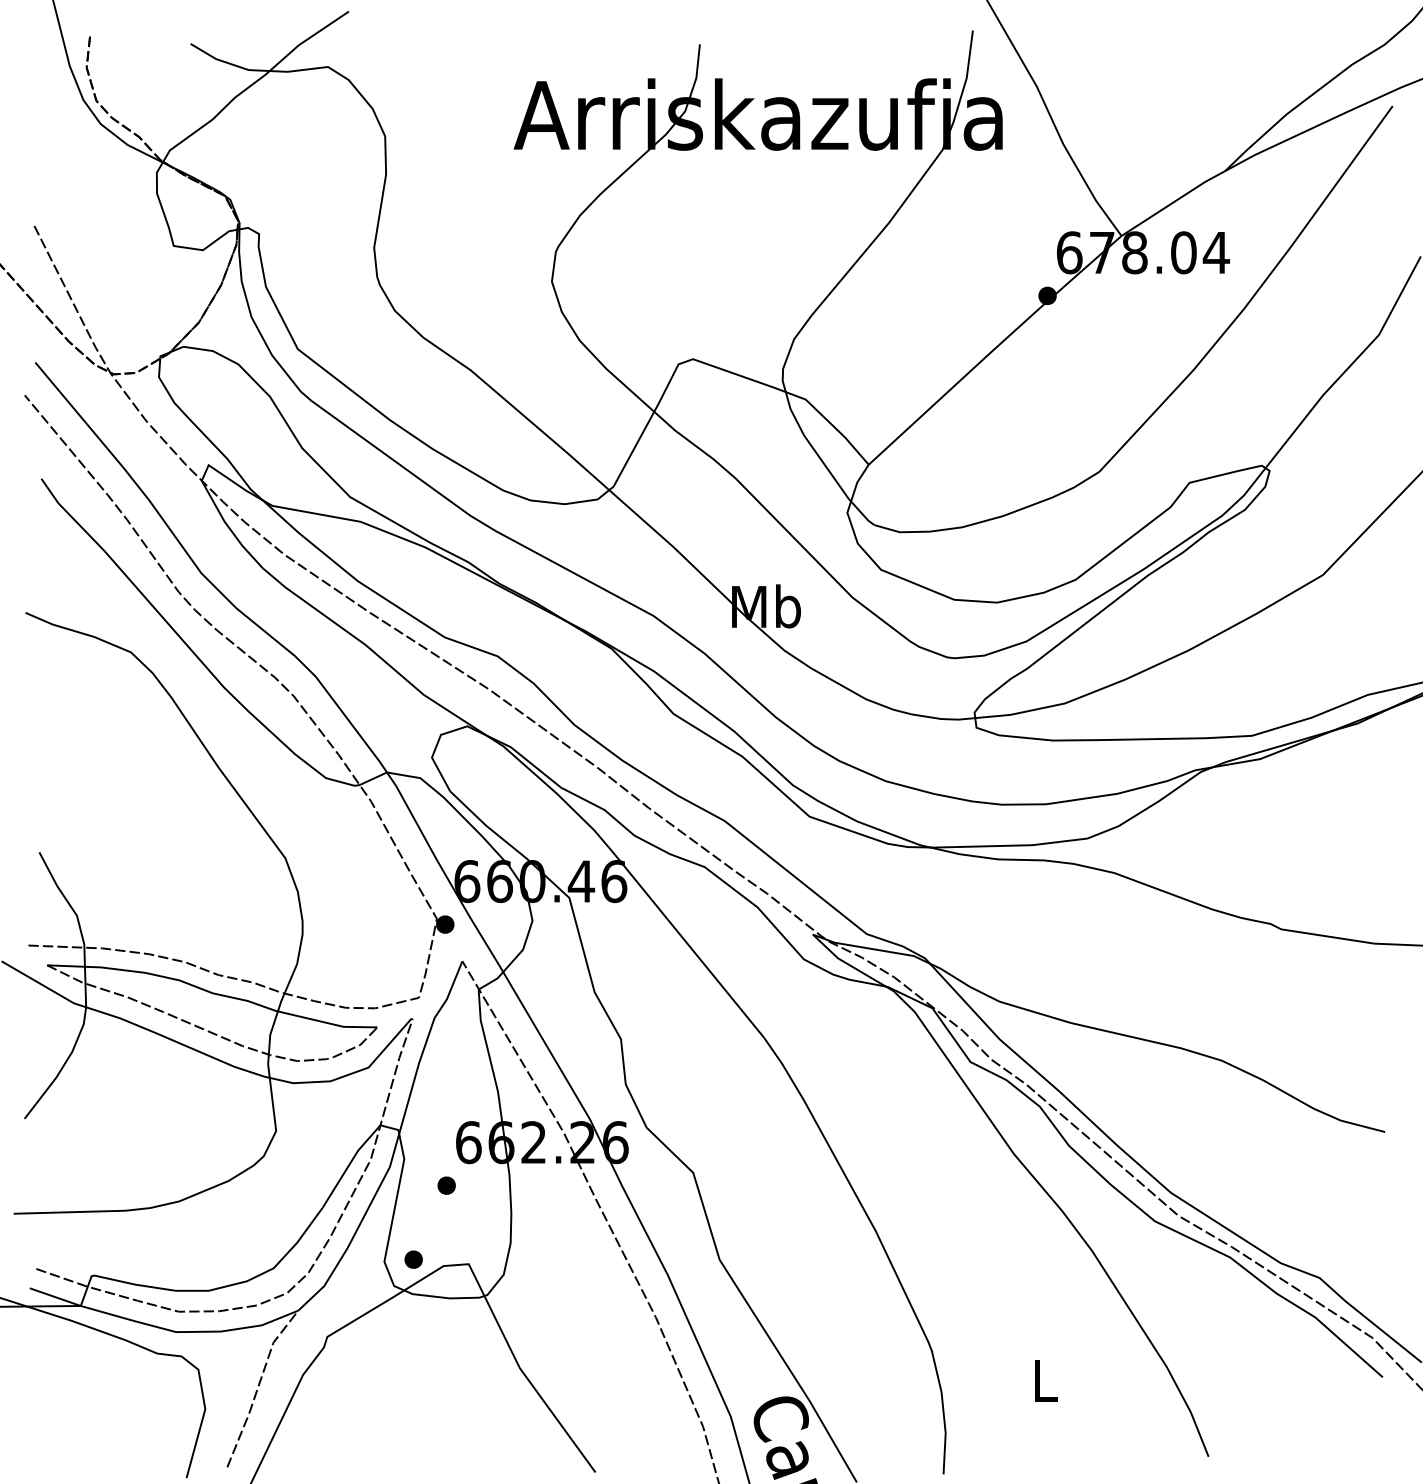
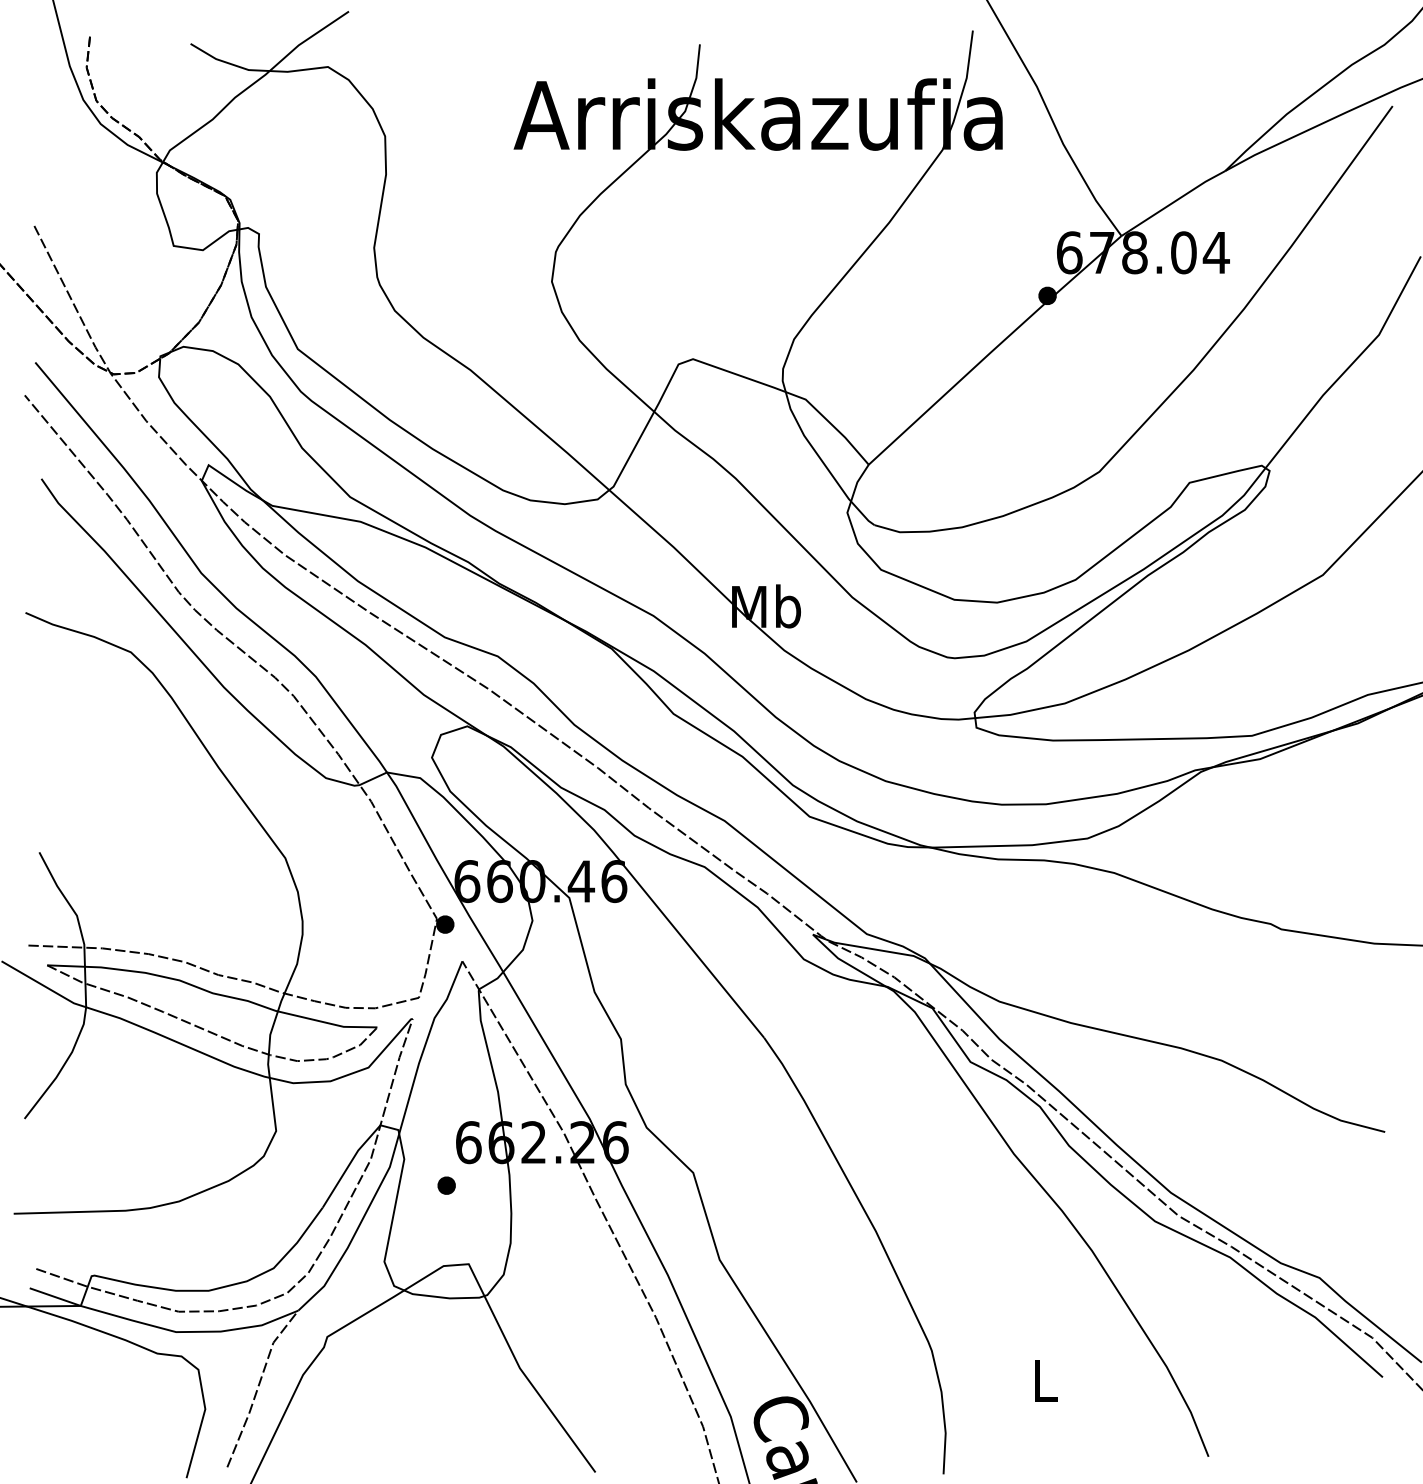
part at (413, 1259): present -> none
